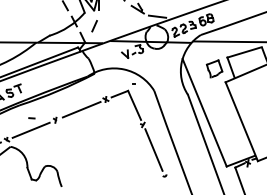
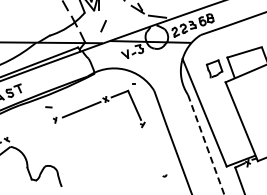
line at (94, 26) position: (94, 26) -> (103, 26)
line at (228, 41): present -> none
line at (31, 118) position: (31, 118) -> (48, 107)
line at (30, 129): present -> none
line at (206, 144): solid -> dashed
line at (153, 149): present -> none
